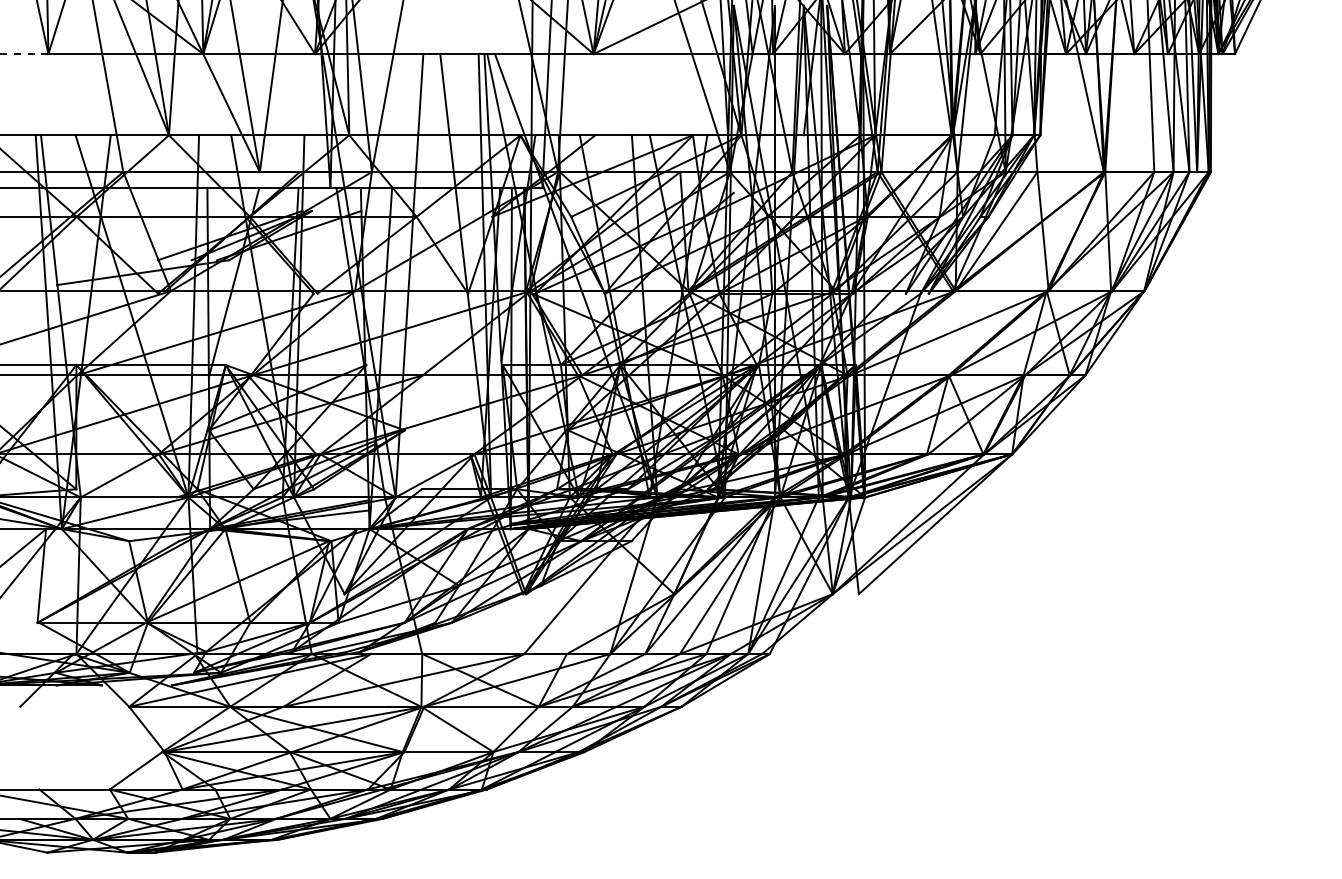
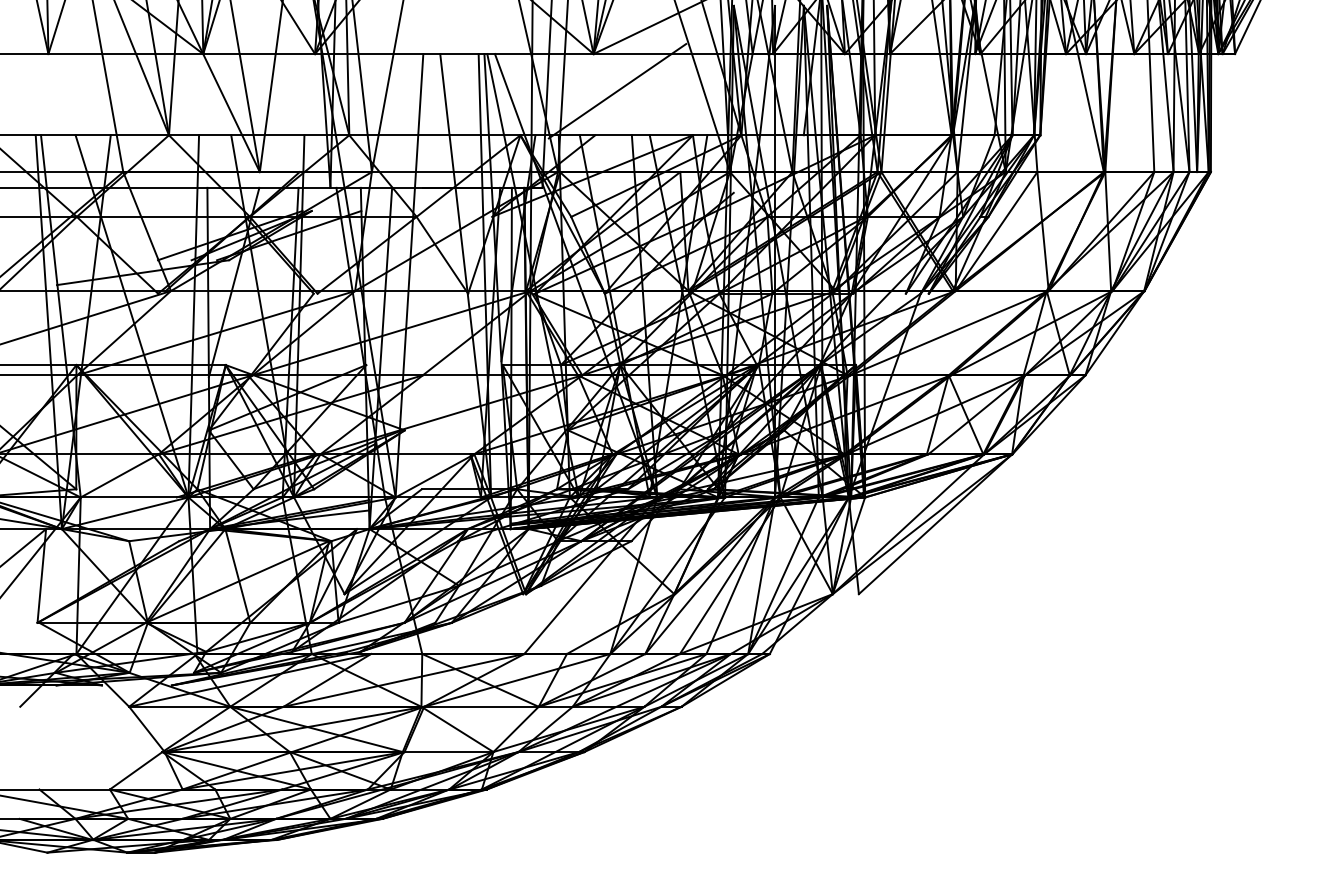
line at (24, 54): dashed -> solid
line at (617, 91): none -> present
